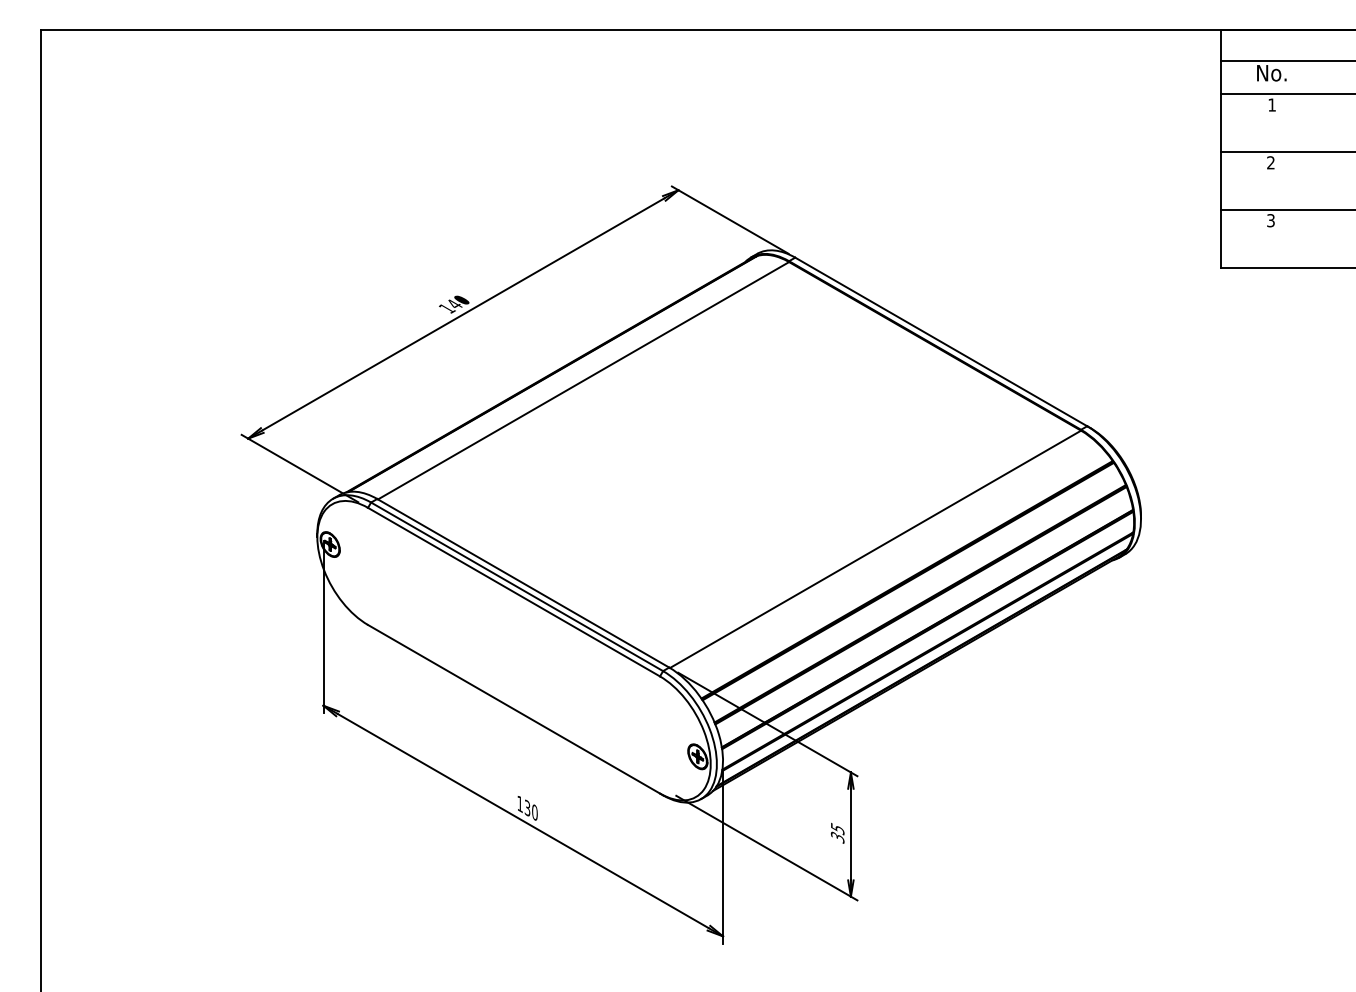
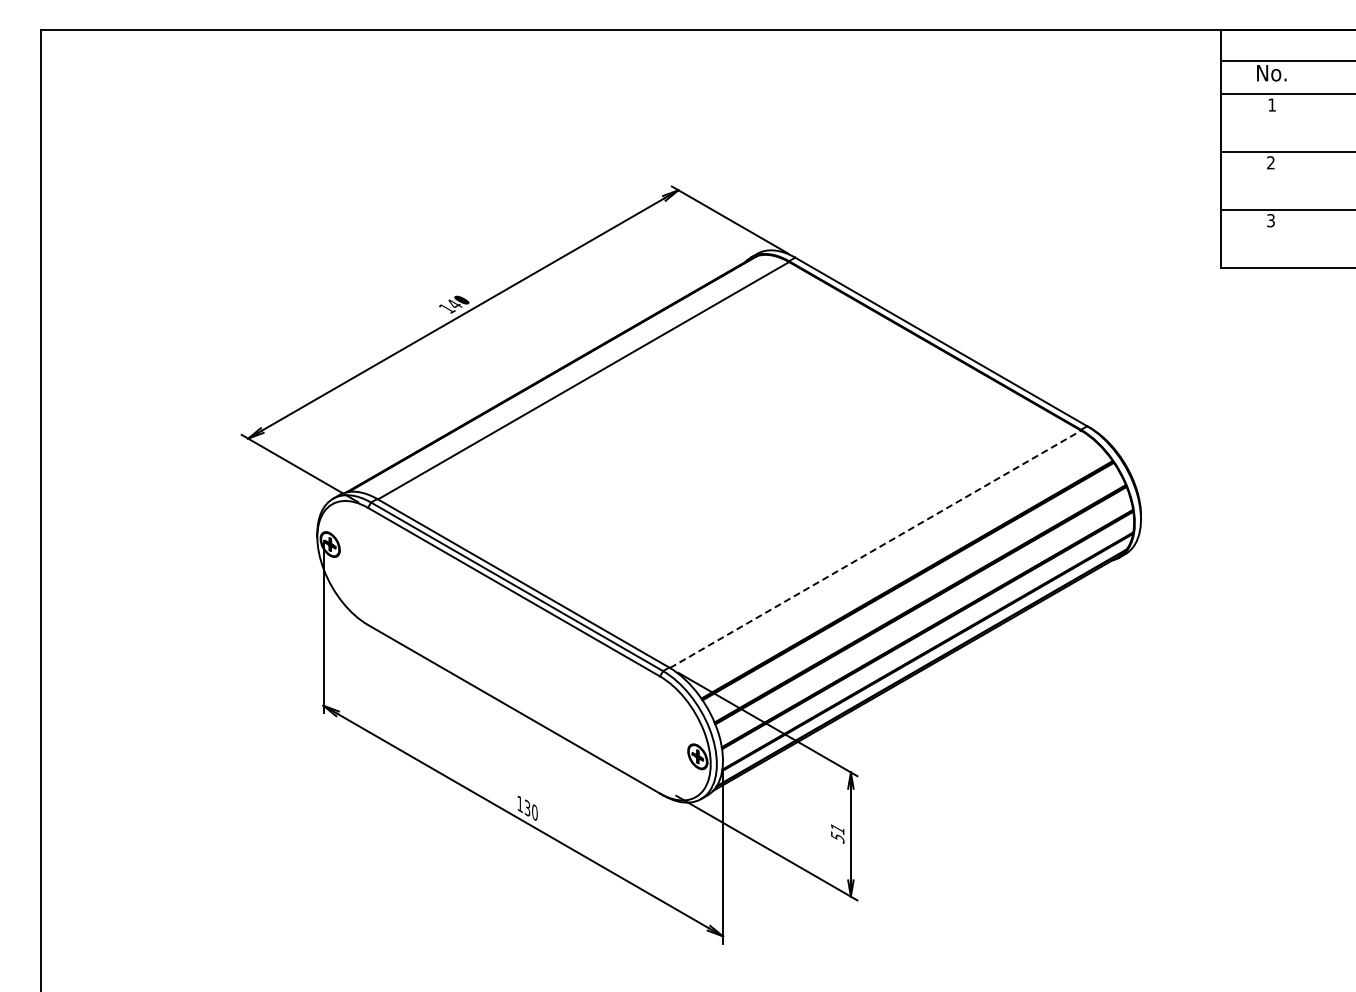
line at (875, 549): solid -> dashed
text at (837, 830): 35 -> 51
